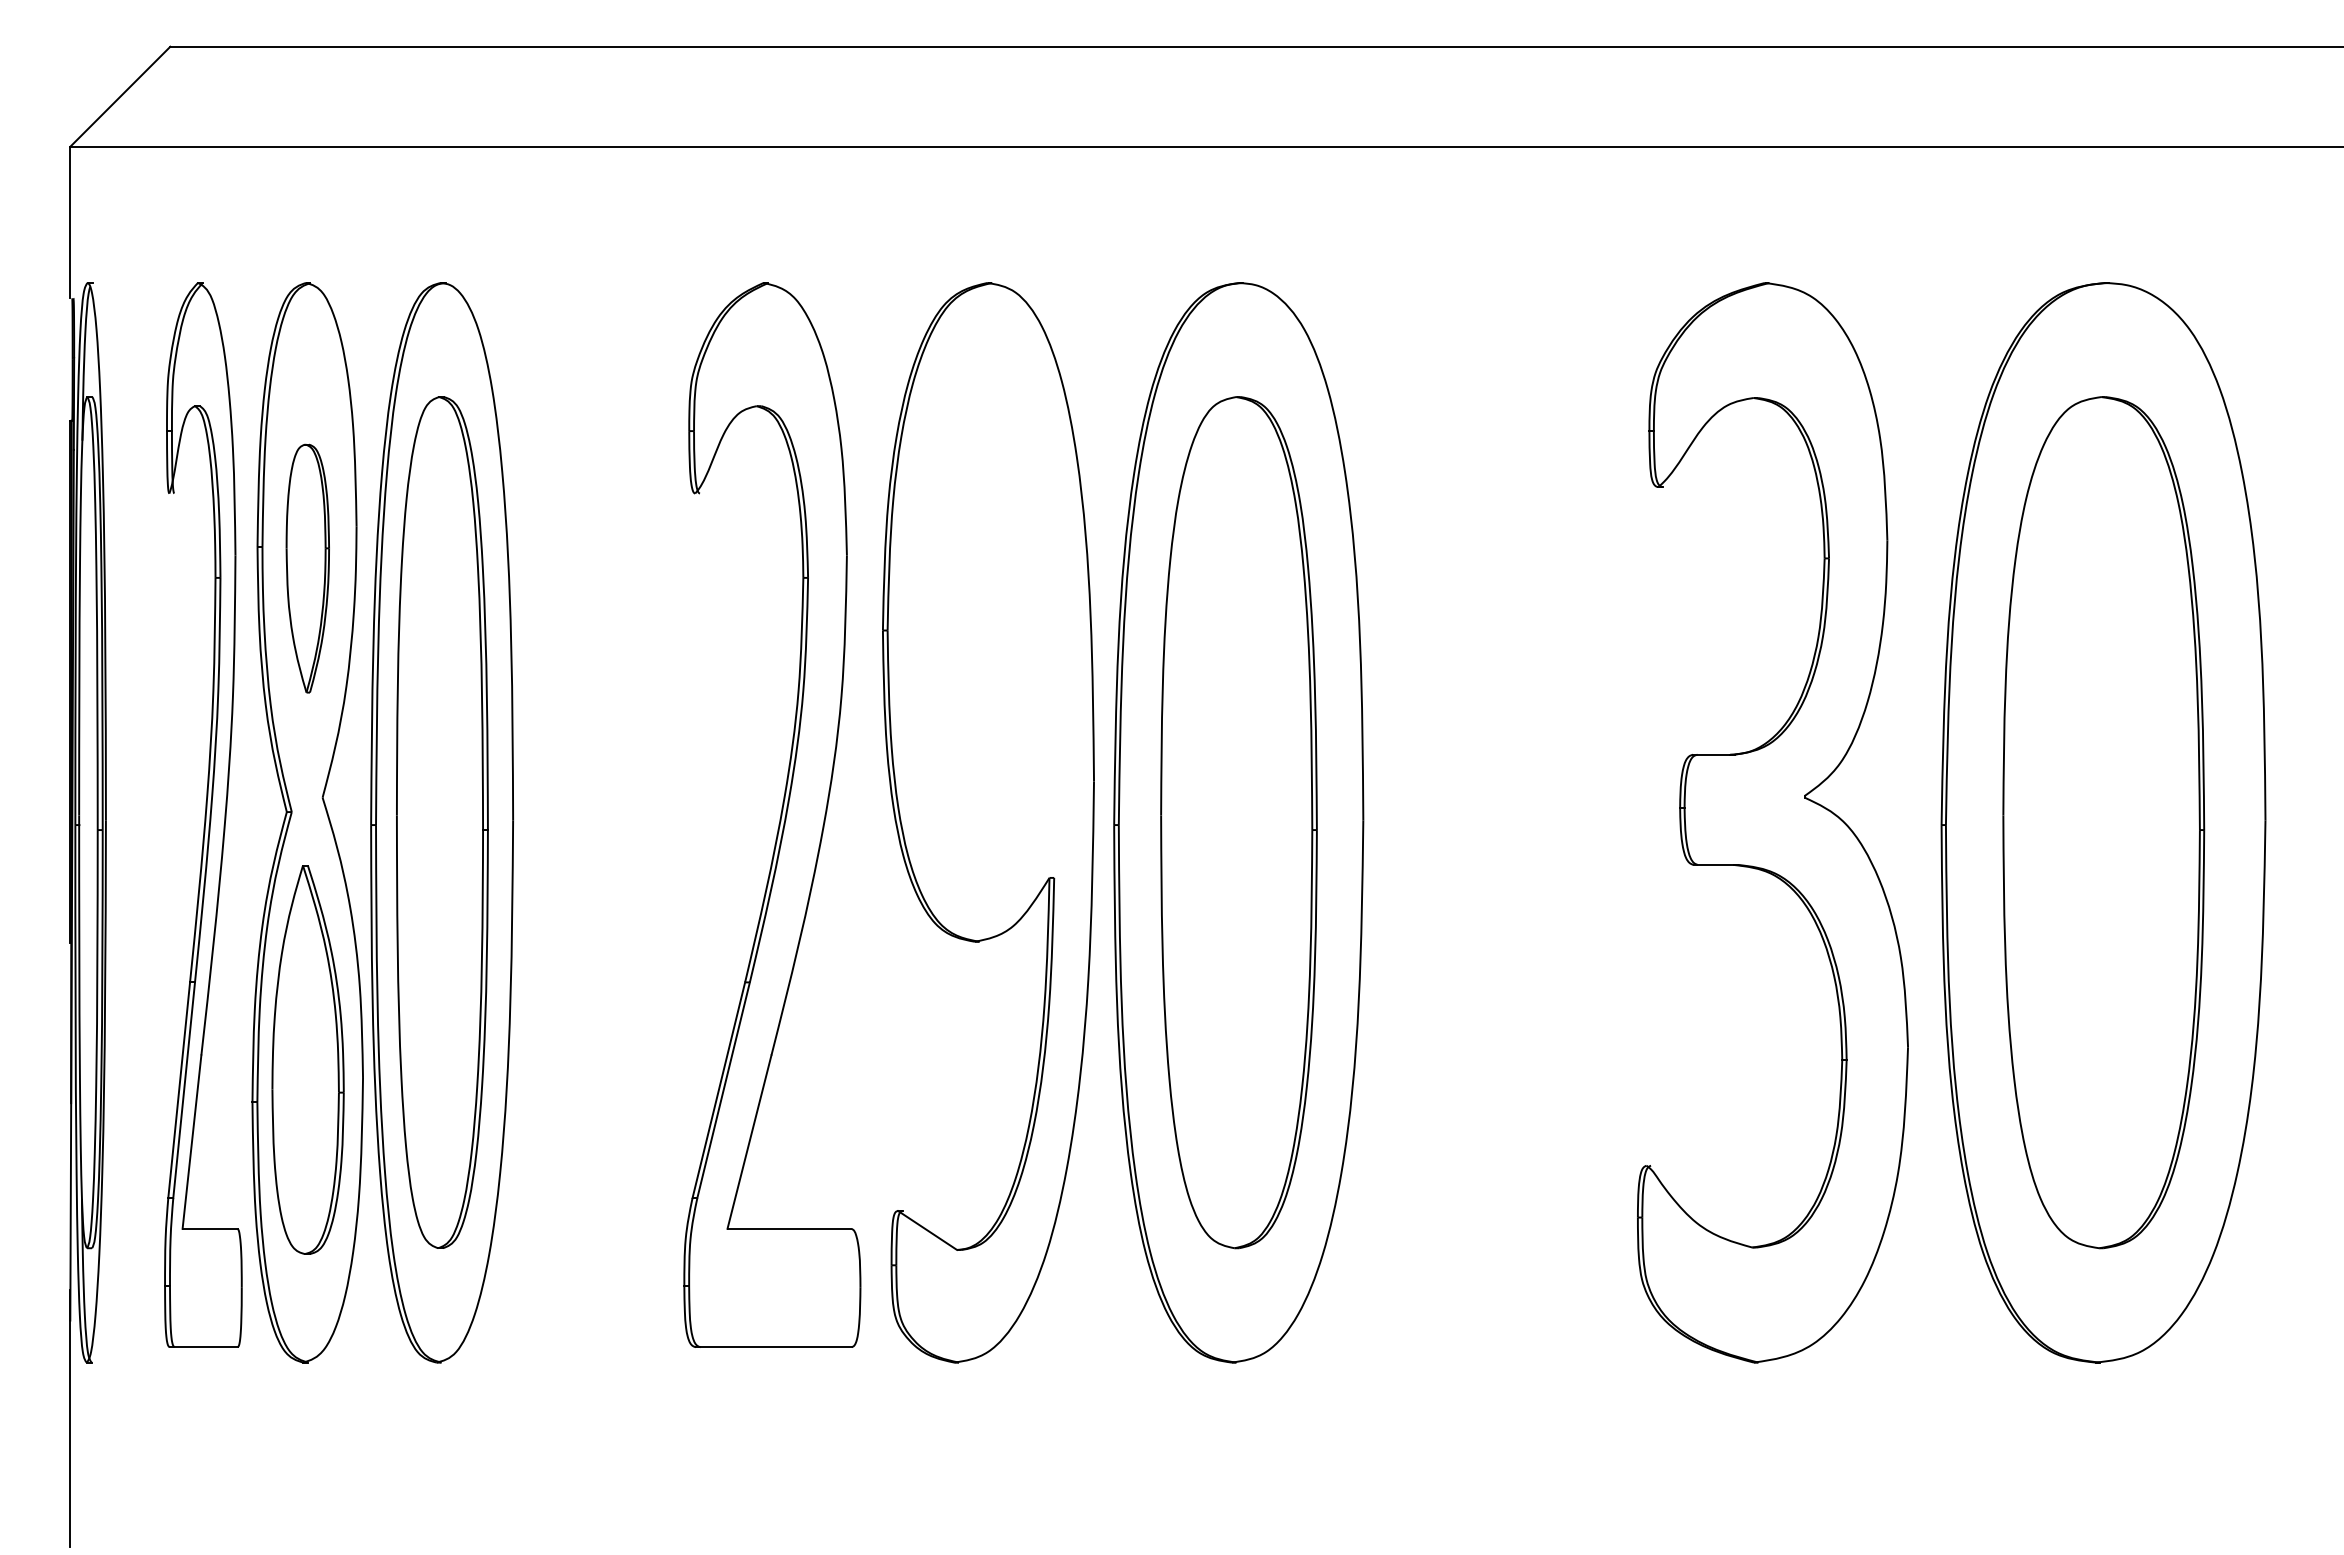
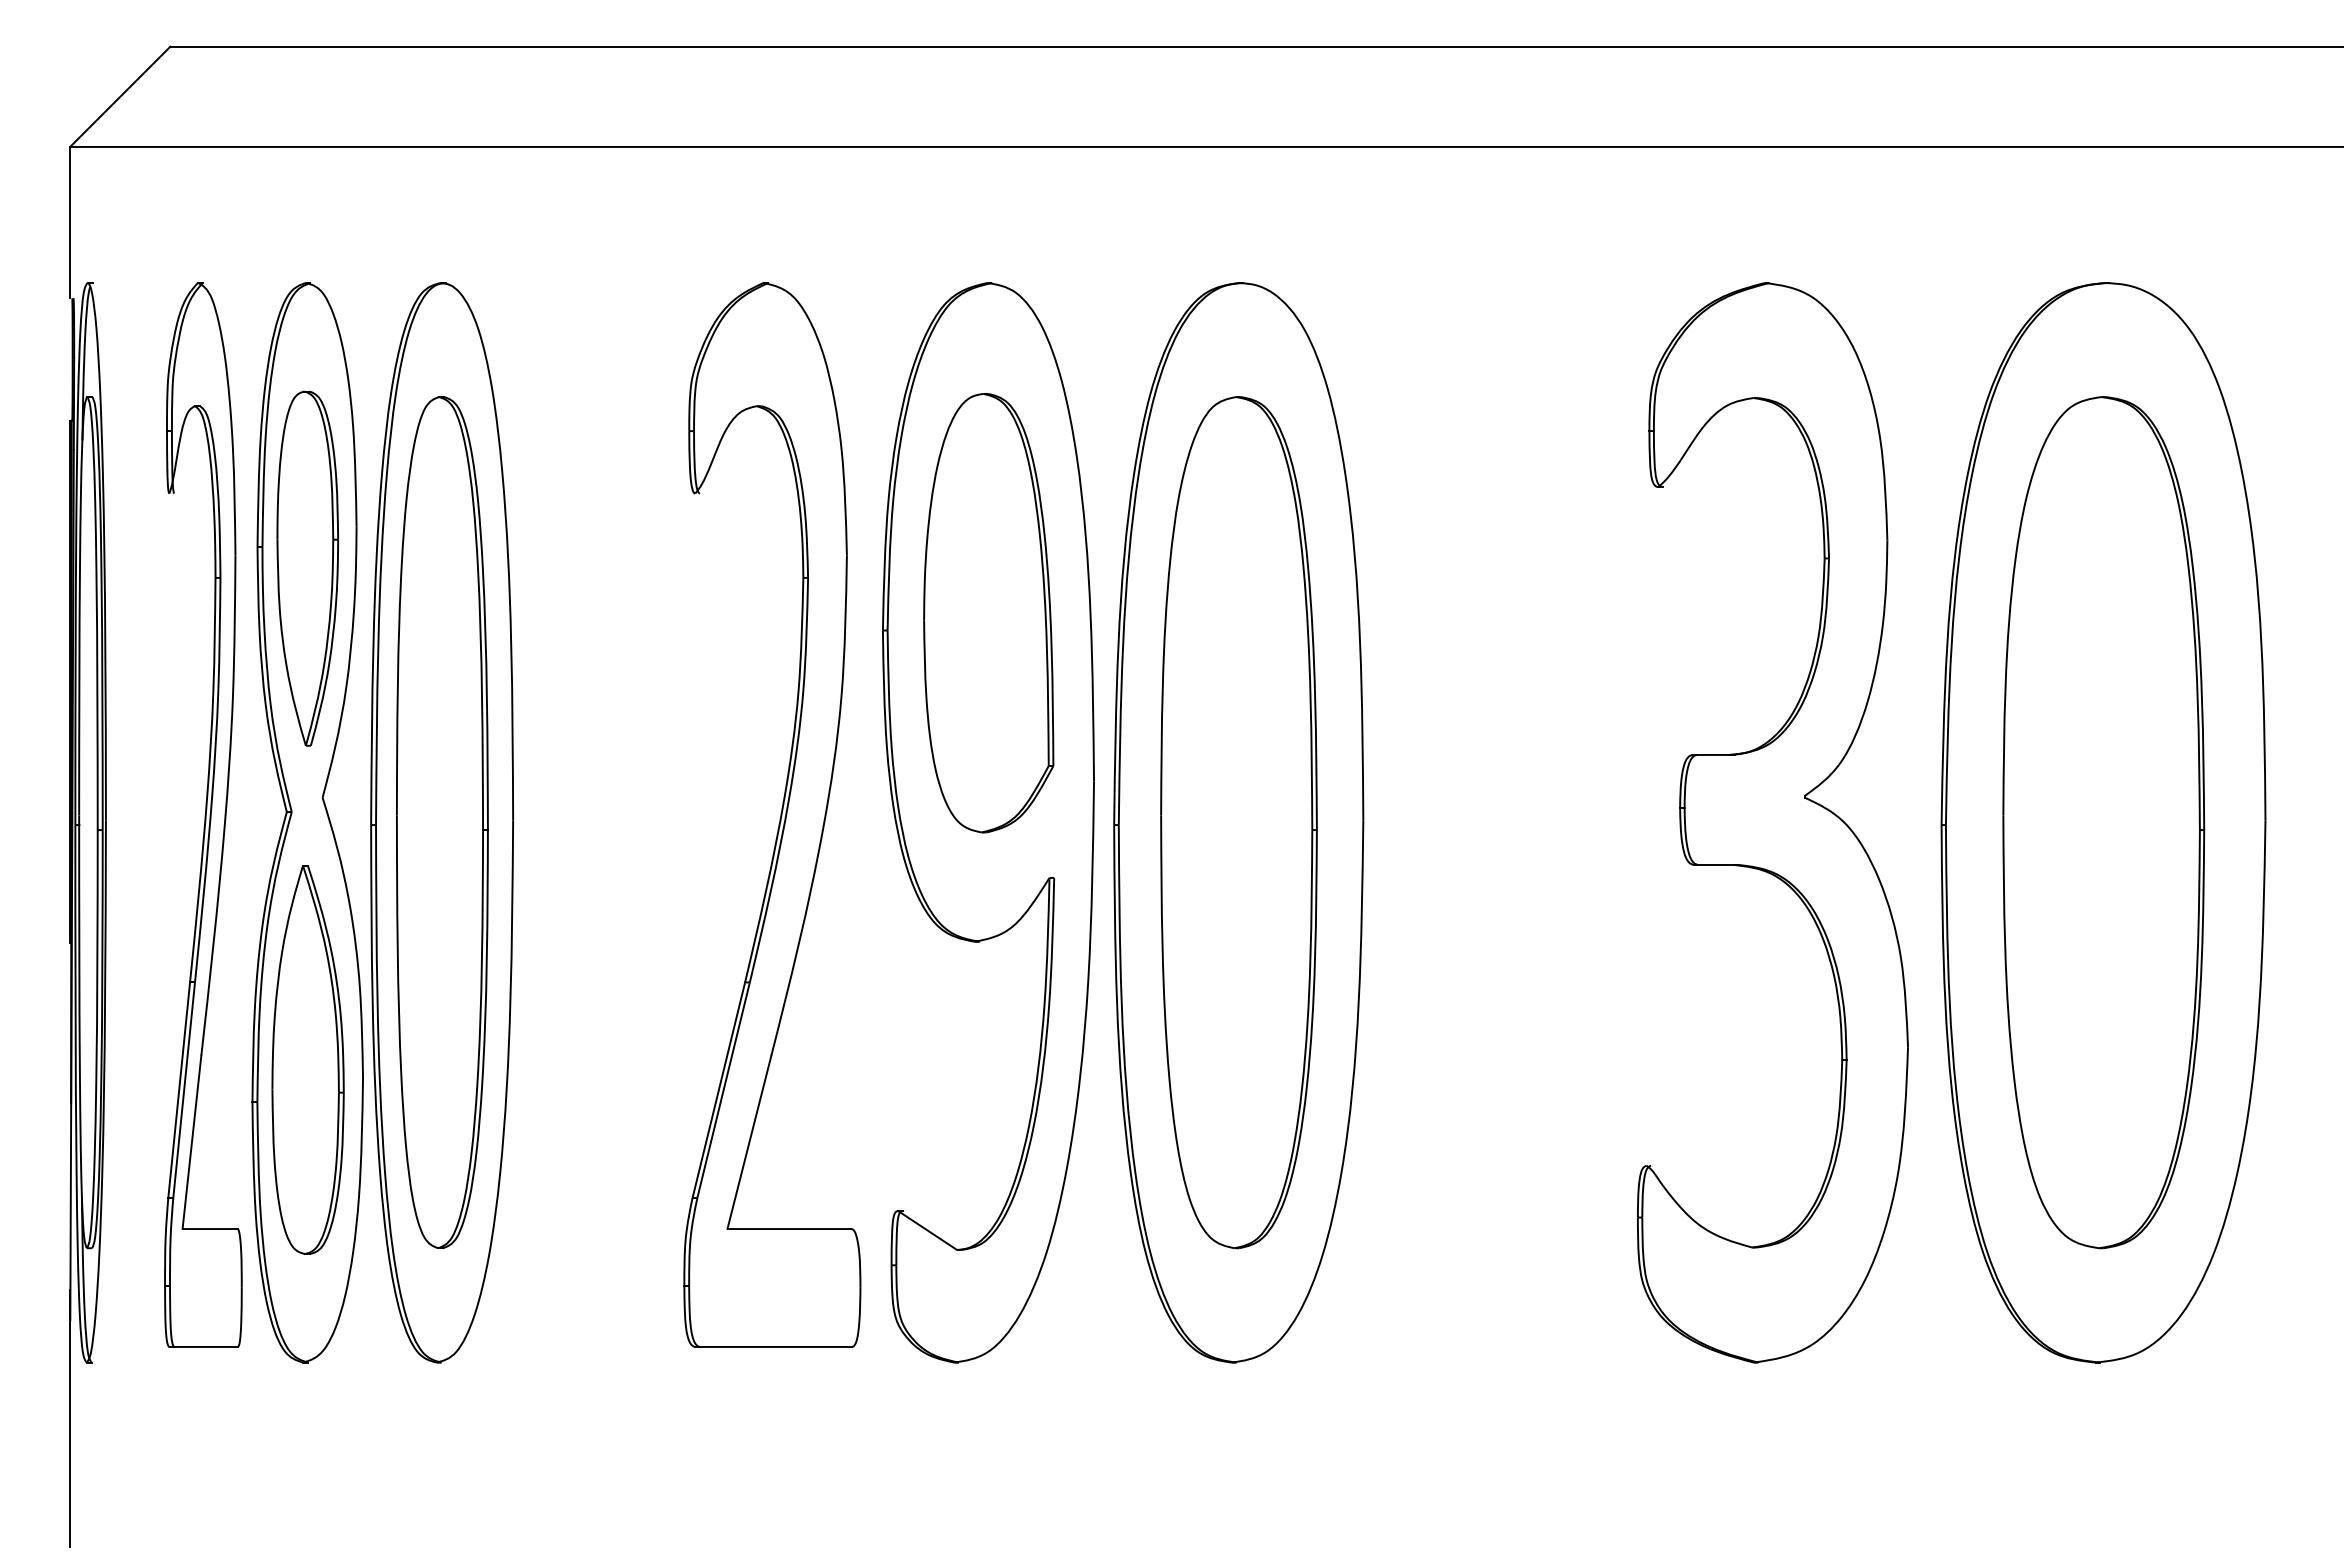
part at (307, 568) size: 45x251 px -> 64x357 px
part at (988, 613): none -> present
